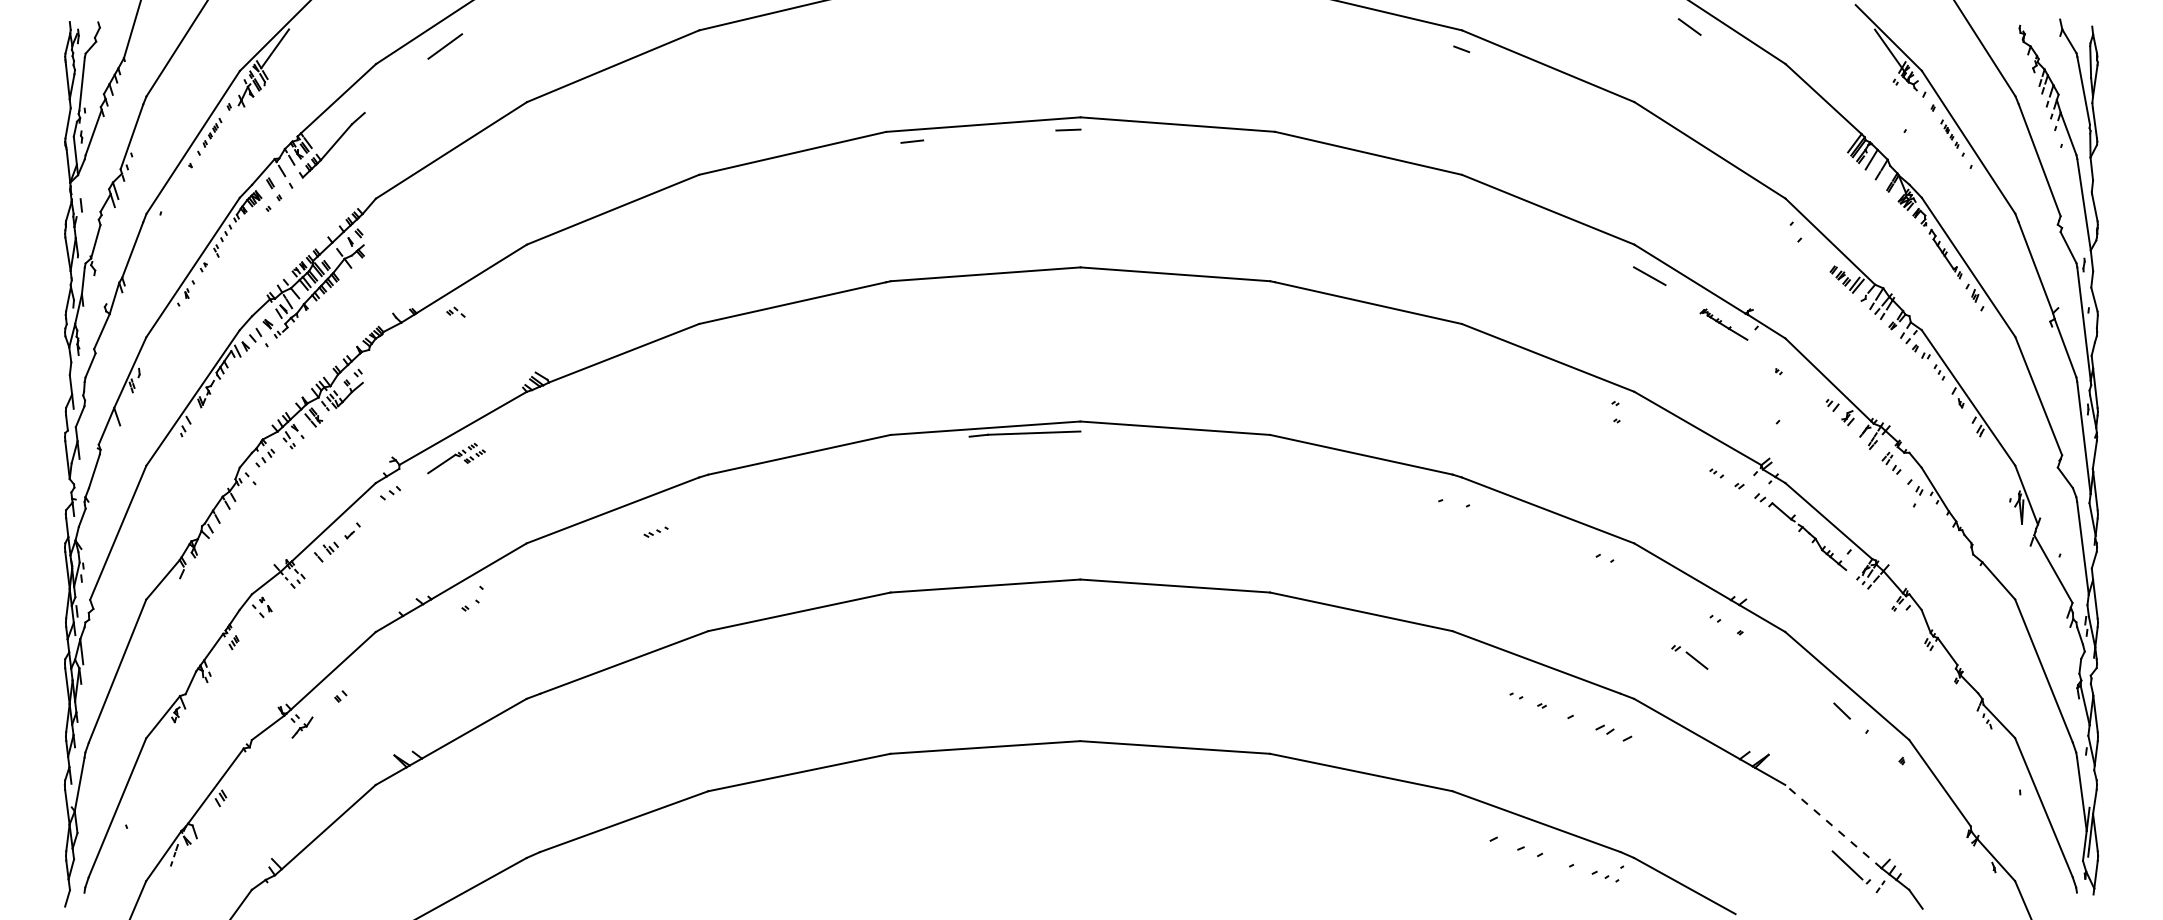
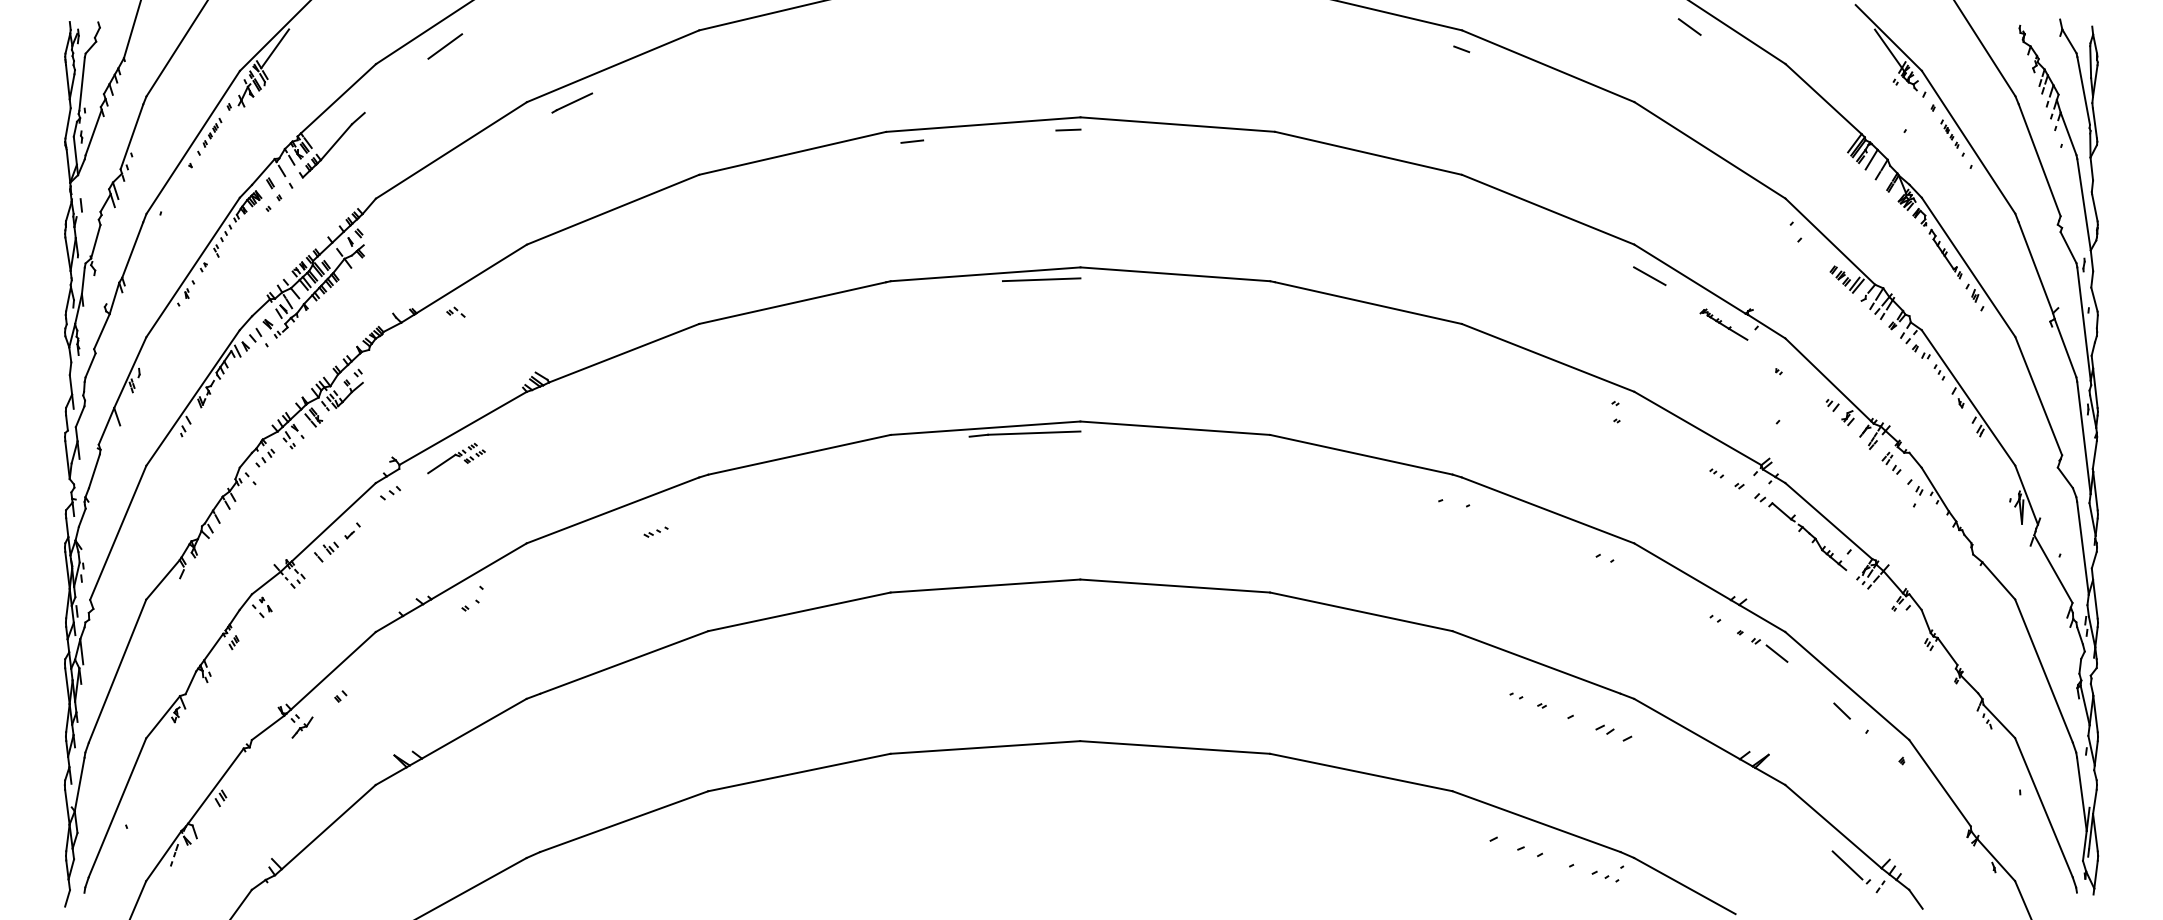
line at (572, 102): none -> present
line at (1041, 279): none -> present
part at (1689, 657) position: (1689, 657) -> (1769, 650)
line at (1833, 826): dashed -> solid
